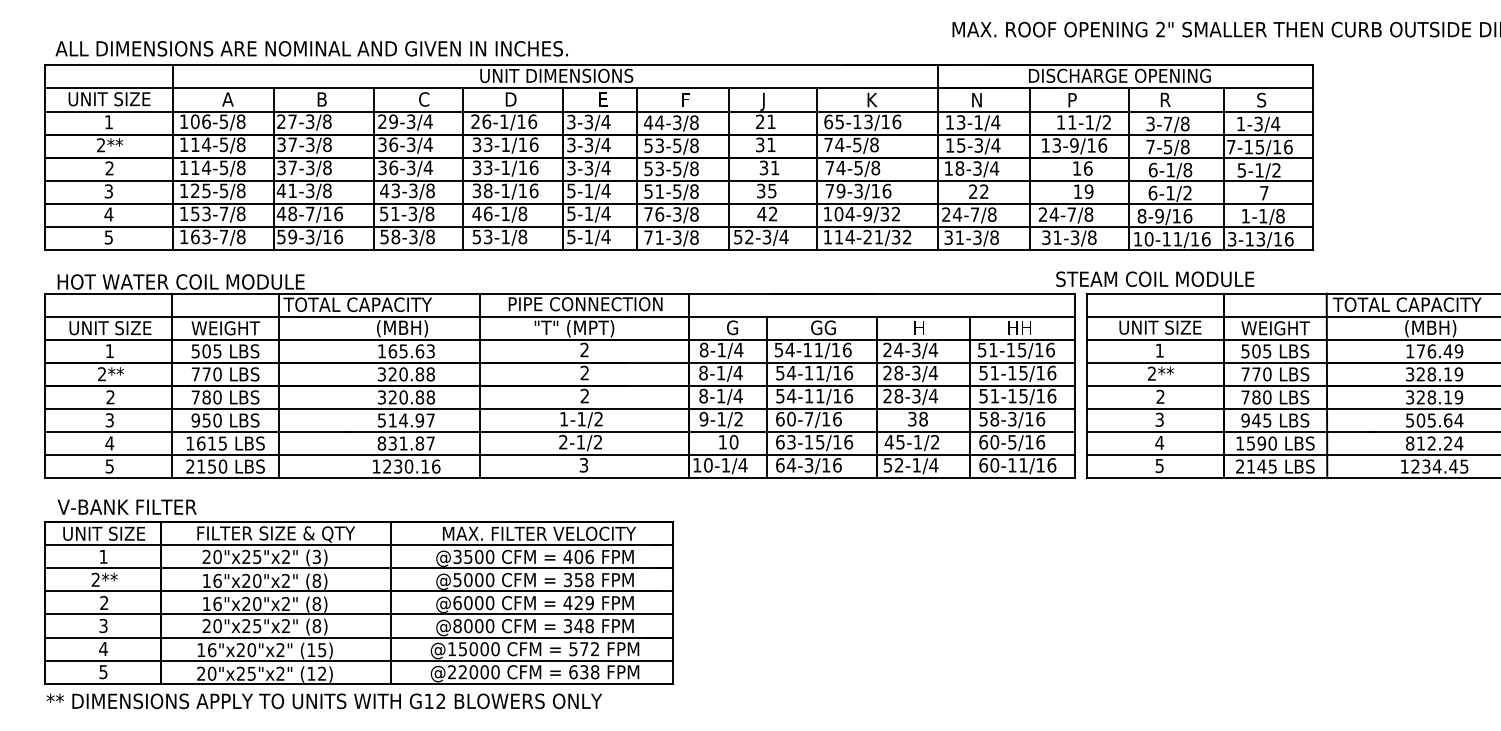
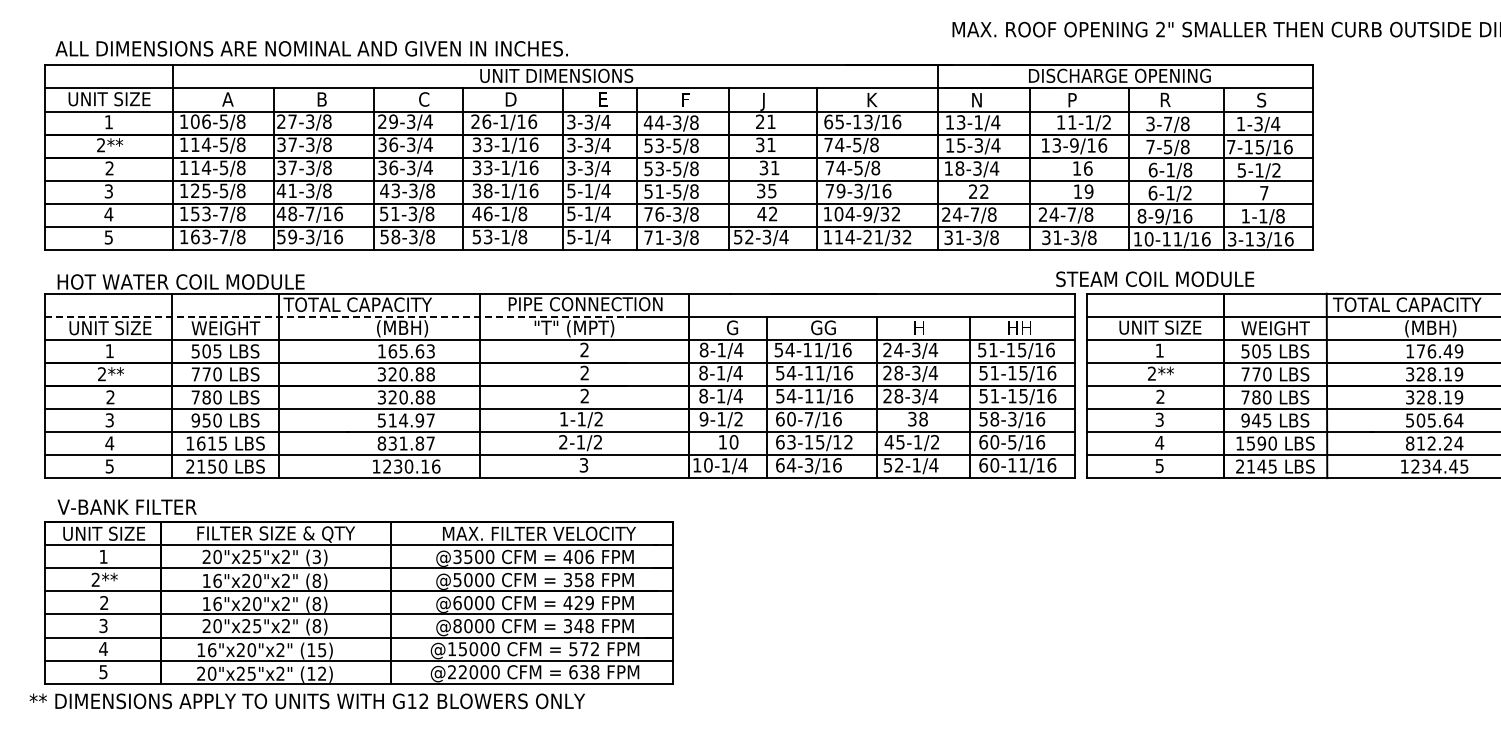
line at (336, 316): solid -> dashed
text at (848, 442): 63-15/16 -> 63-15/12
text at (323, 701) position: (323, 701) -> (306, 701)
